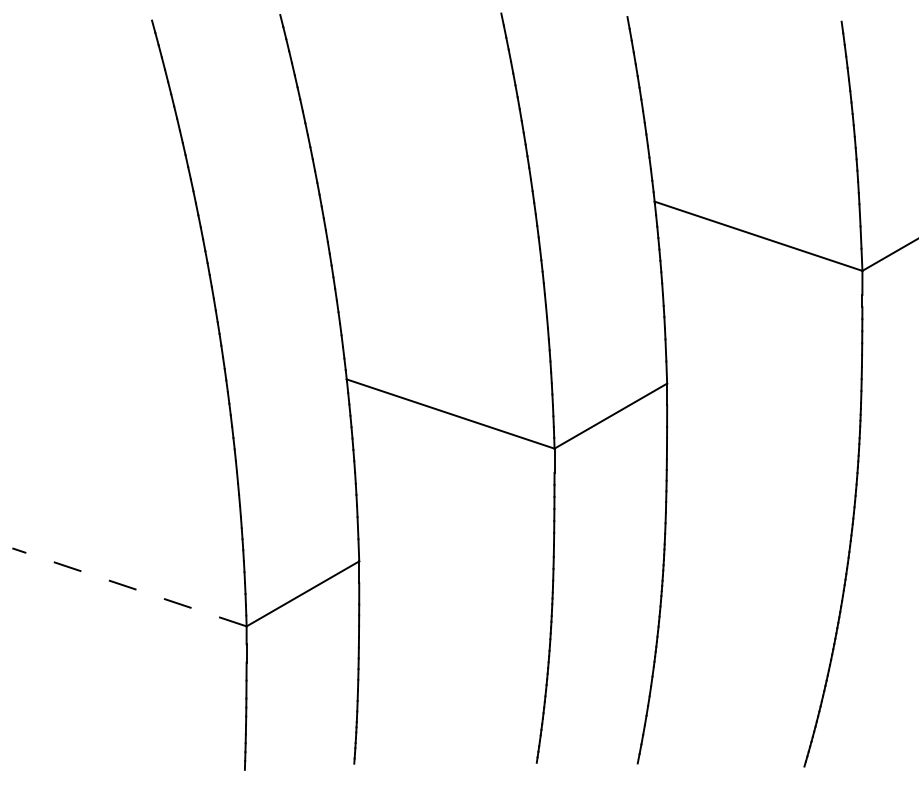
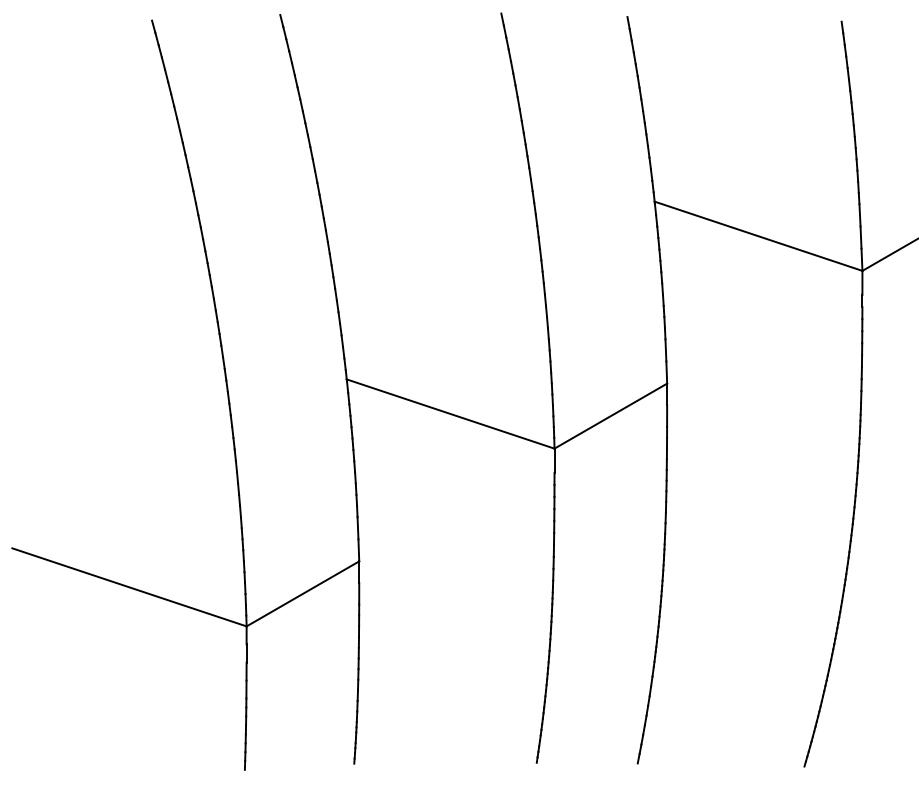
line at (129, 587): dashed -> solid
